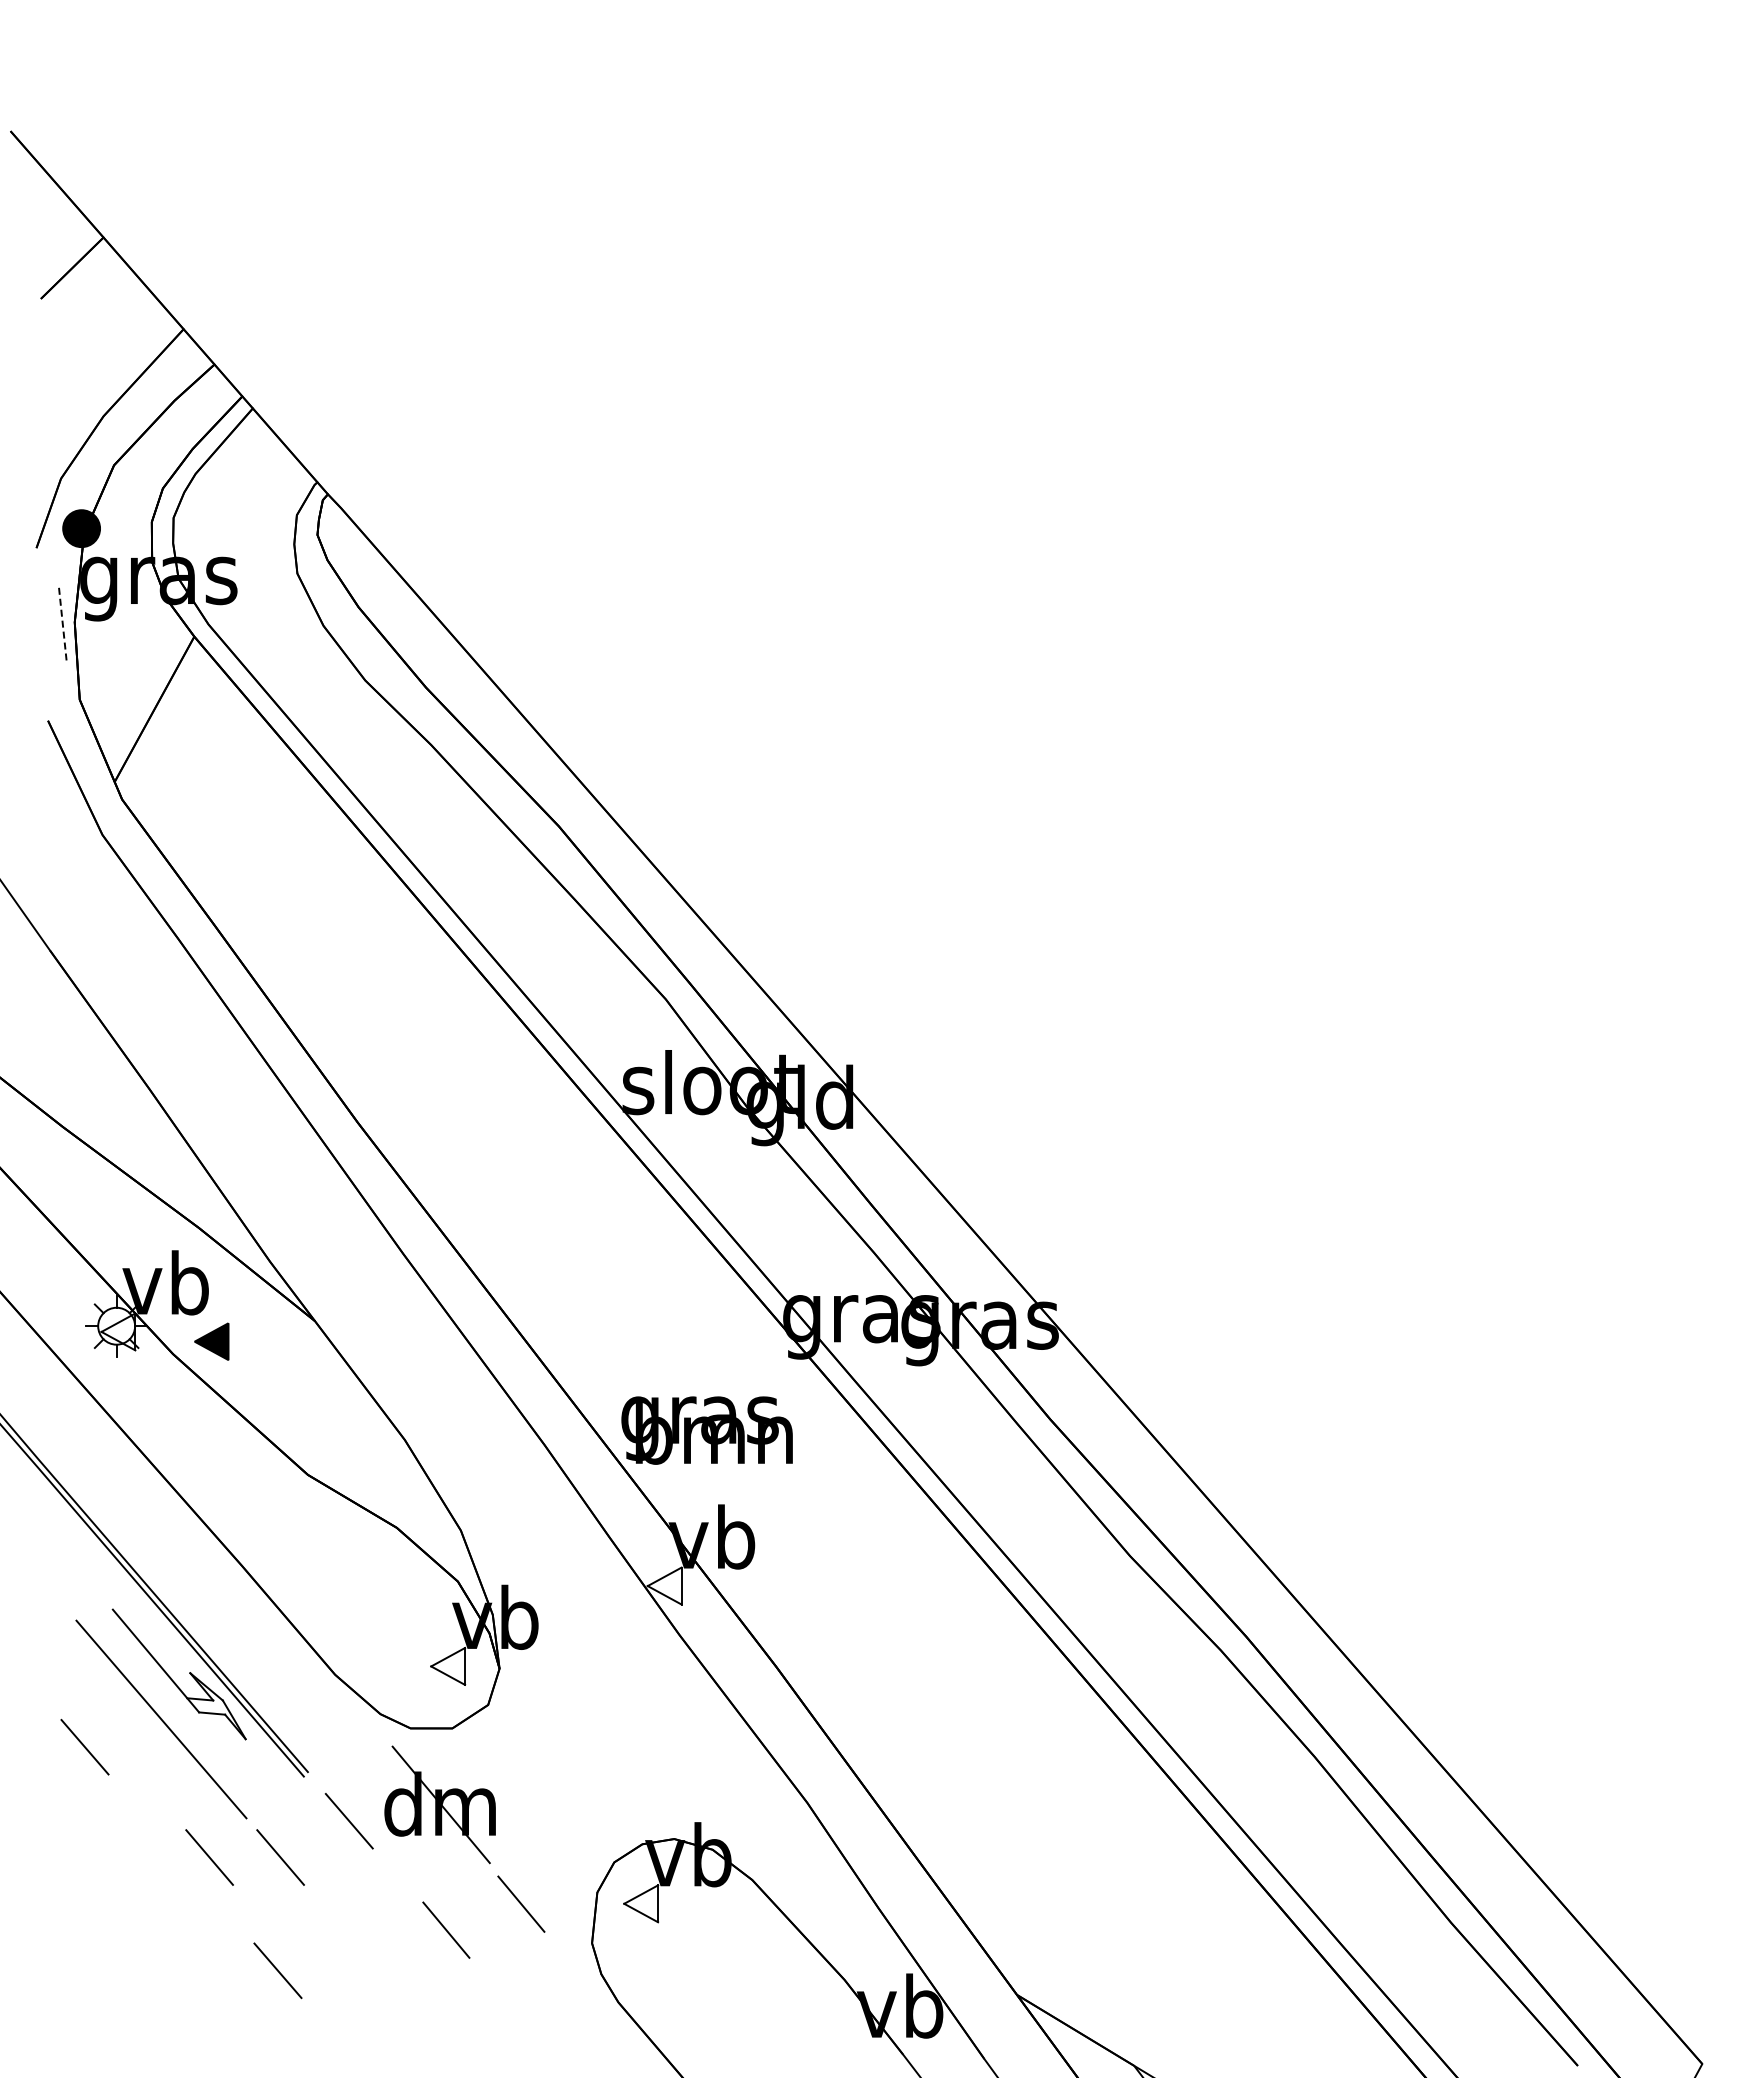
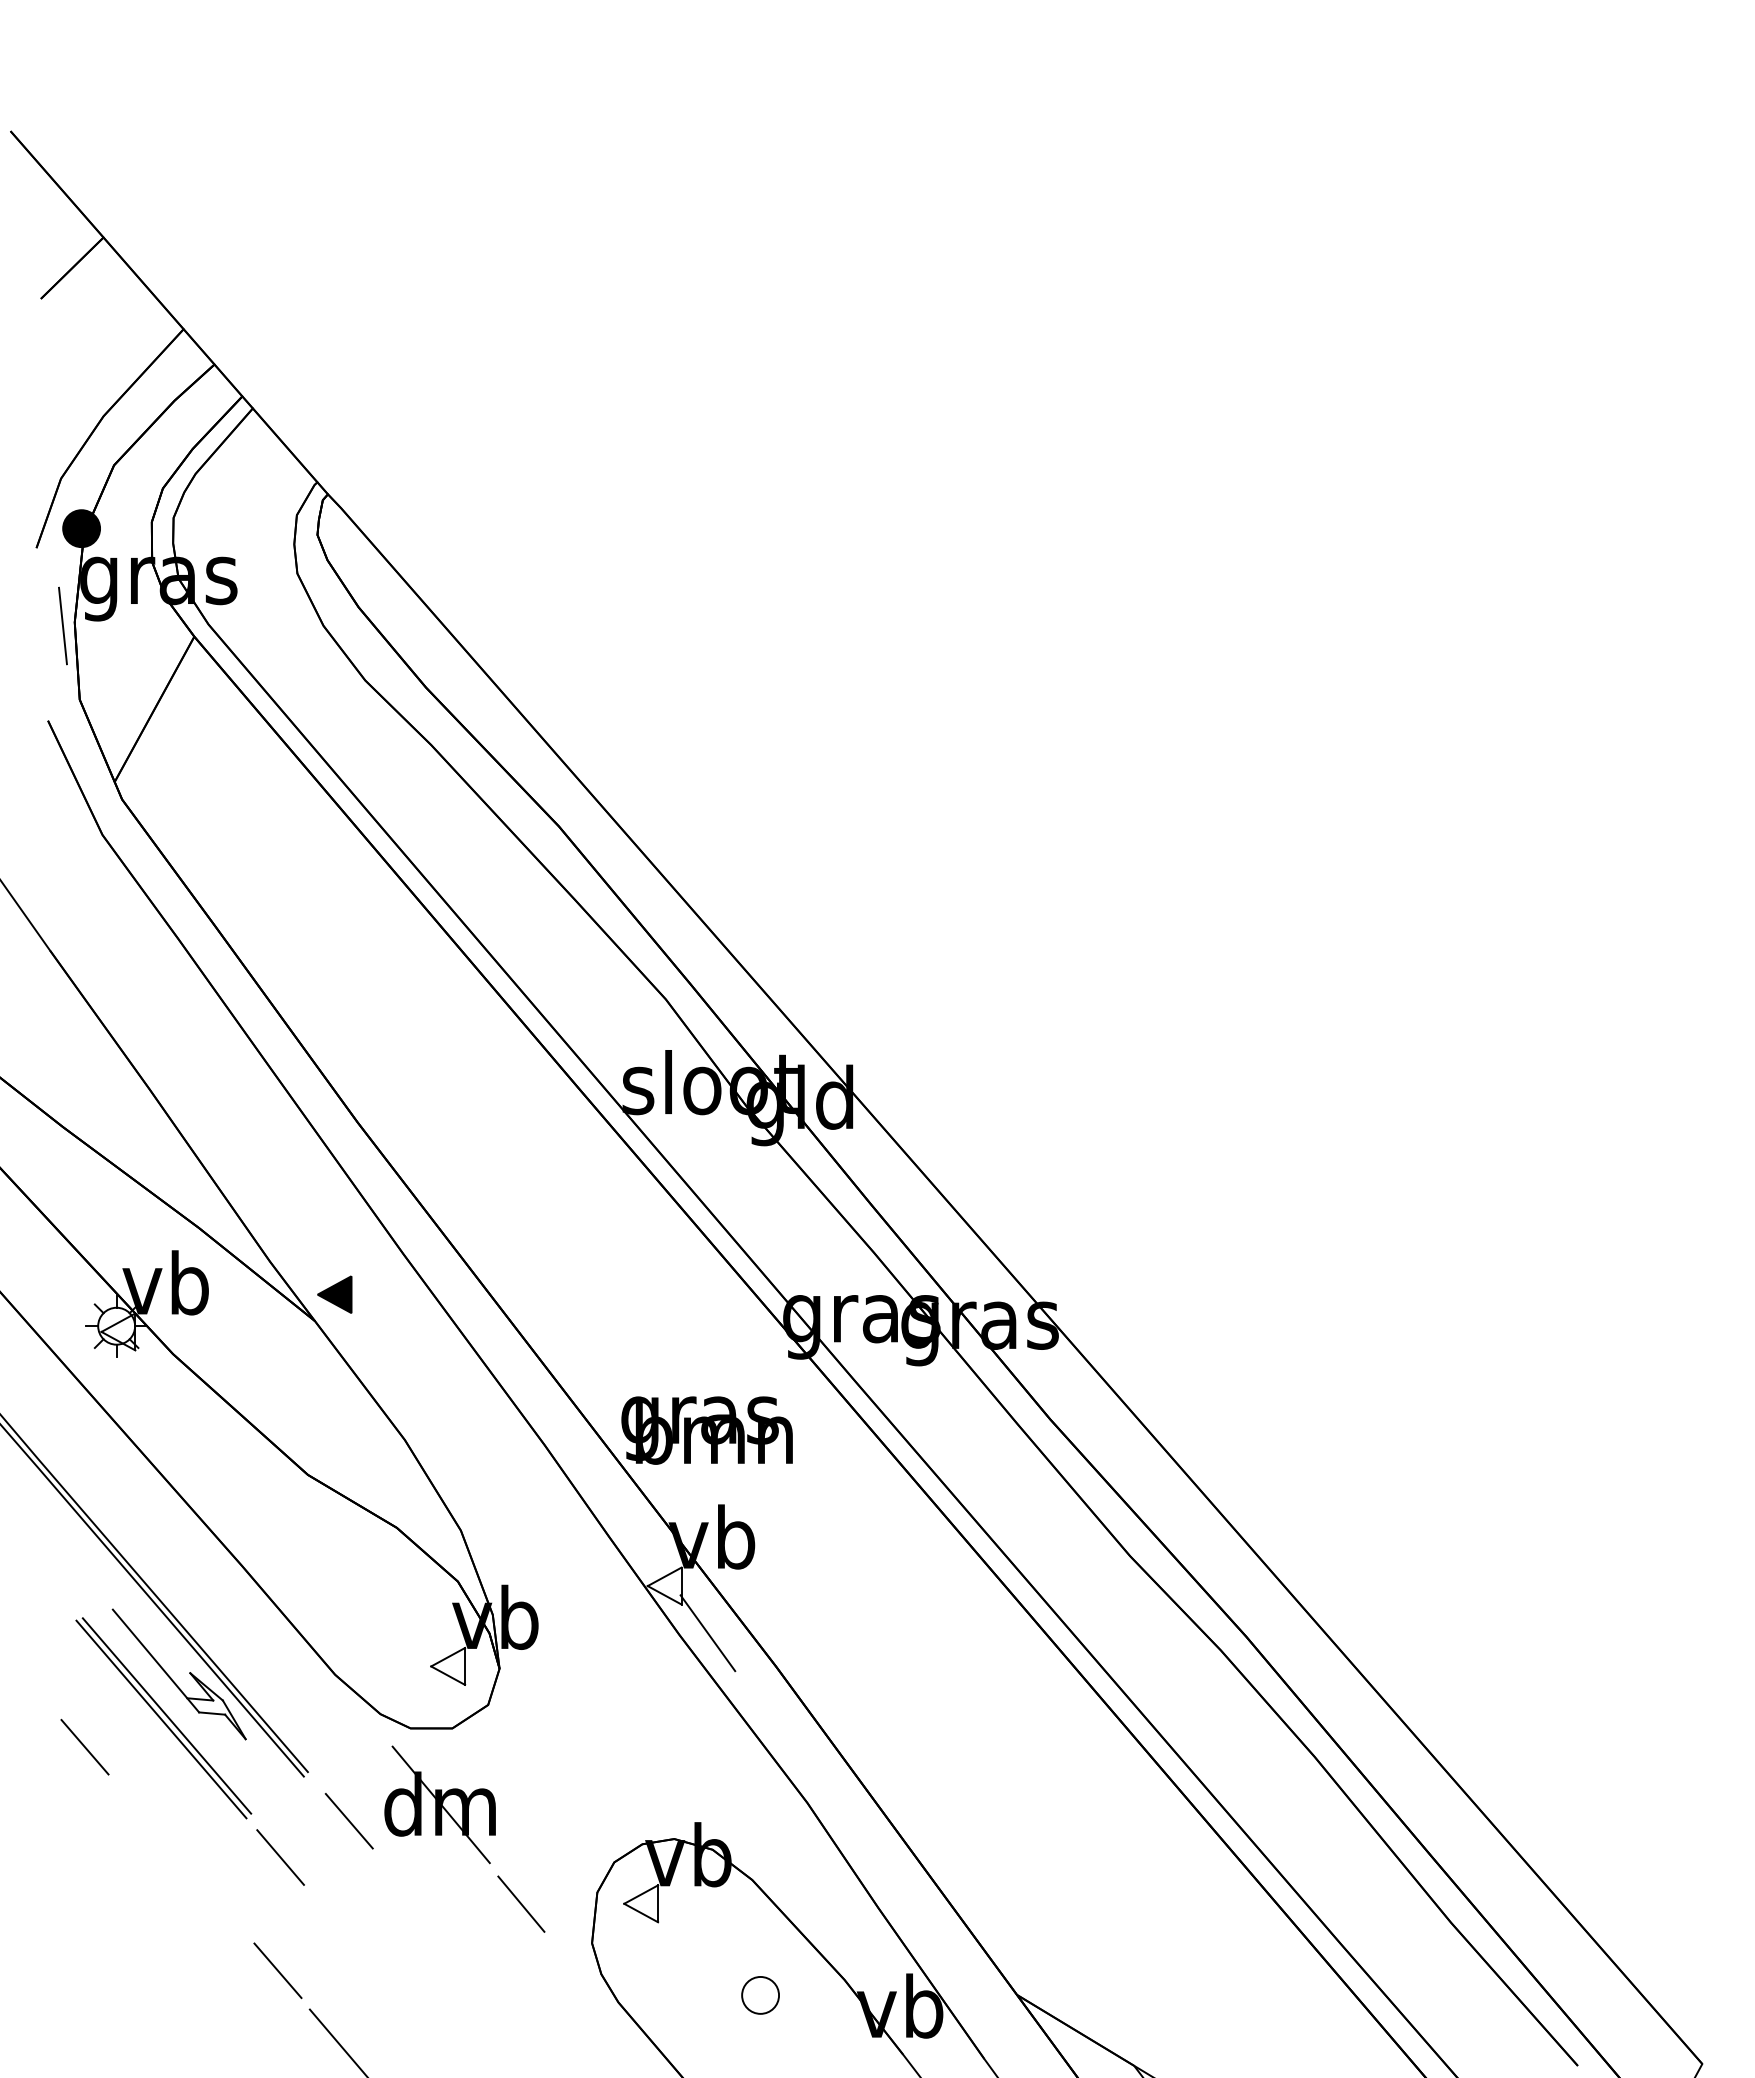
line at (63, 626): dashed -> solid
part at (211, 1341) position: (211, 1341) -> (334, 1294)
line at (707, 1633): none -> present
line at (166, 1715): none -> present
line at (209, 1857): present -> none
line at (446, 1929): present -> none
part at (760, 1995): none -> present
line at (337, 2041): none -> present
